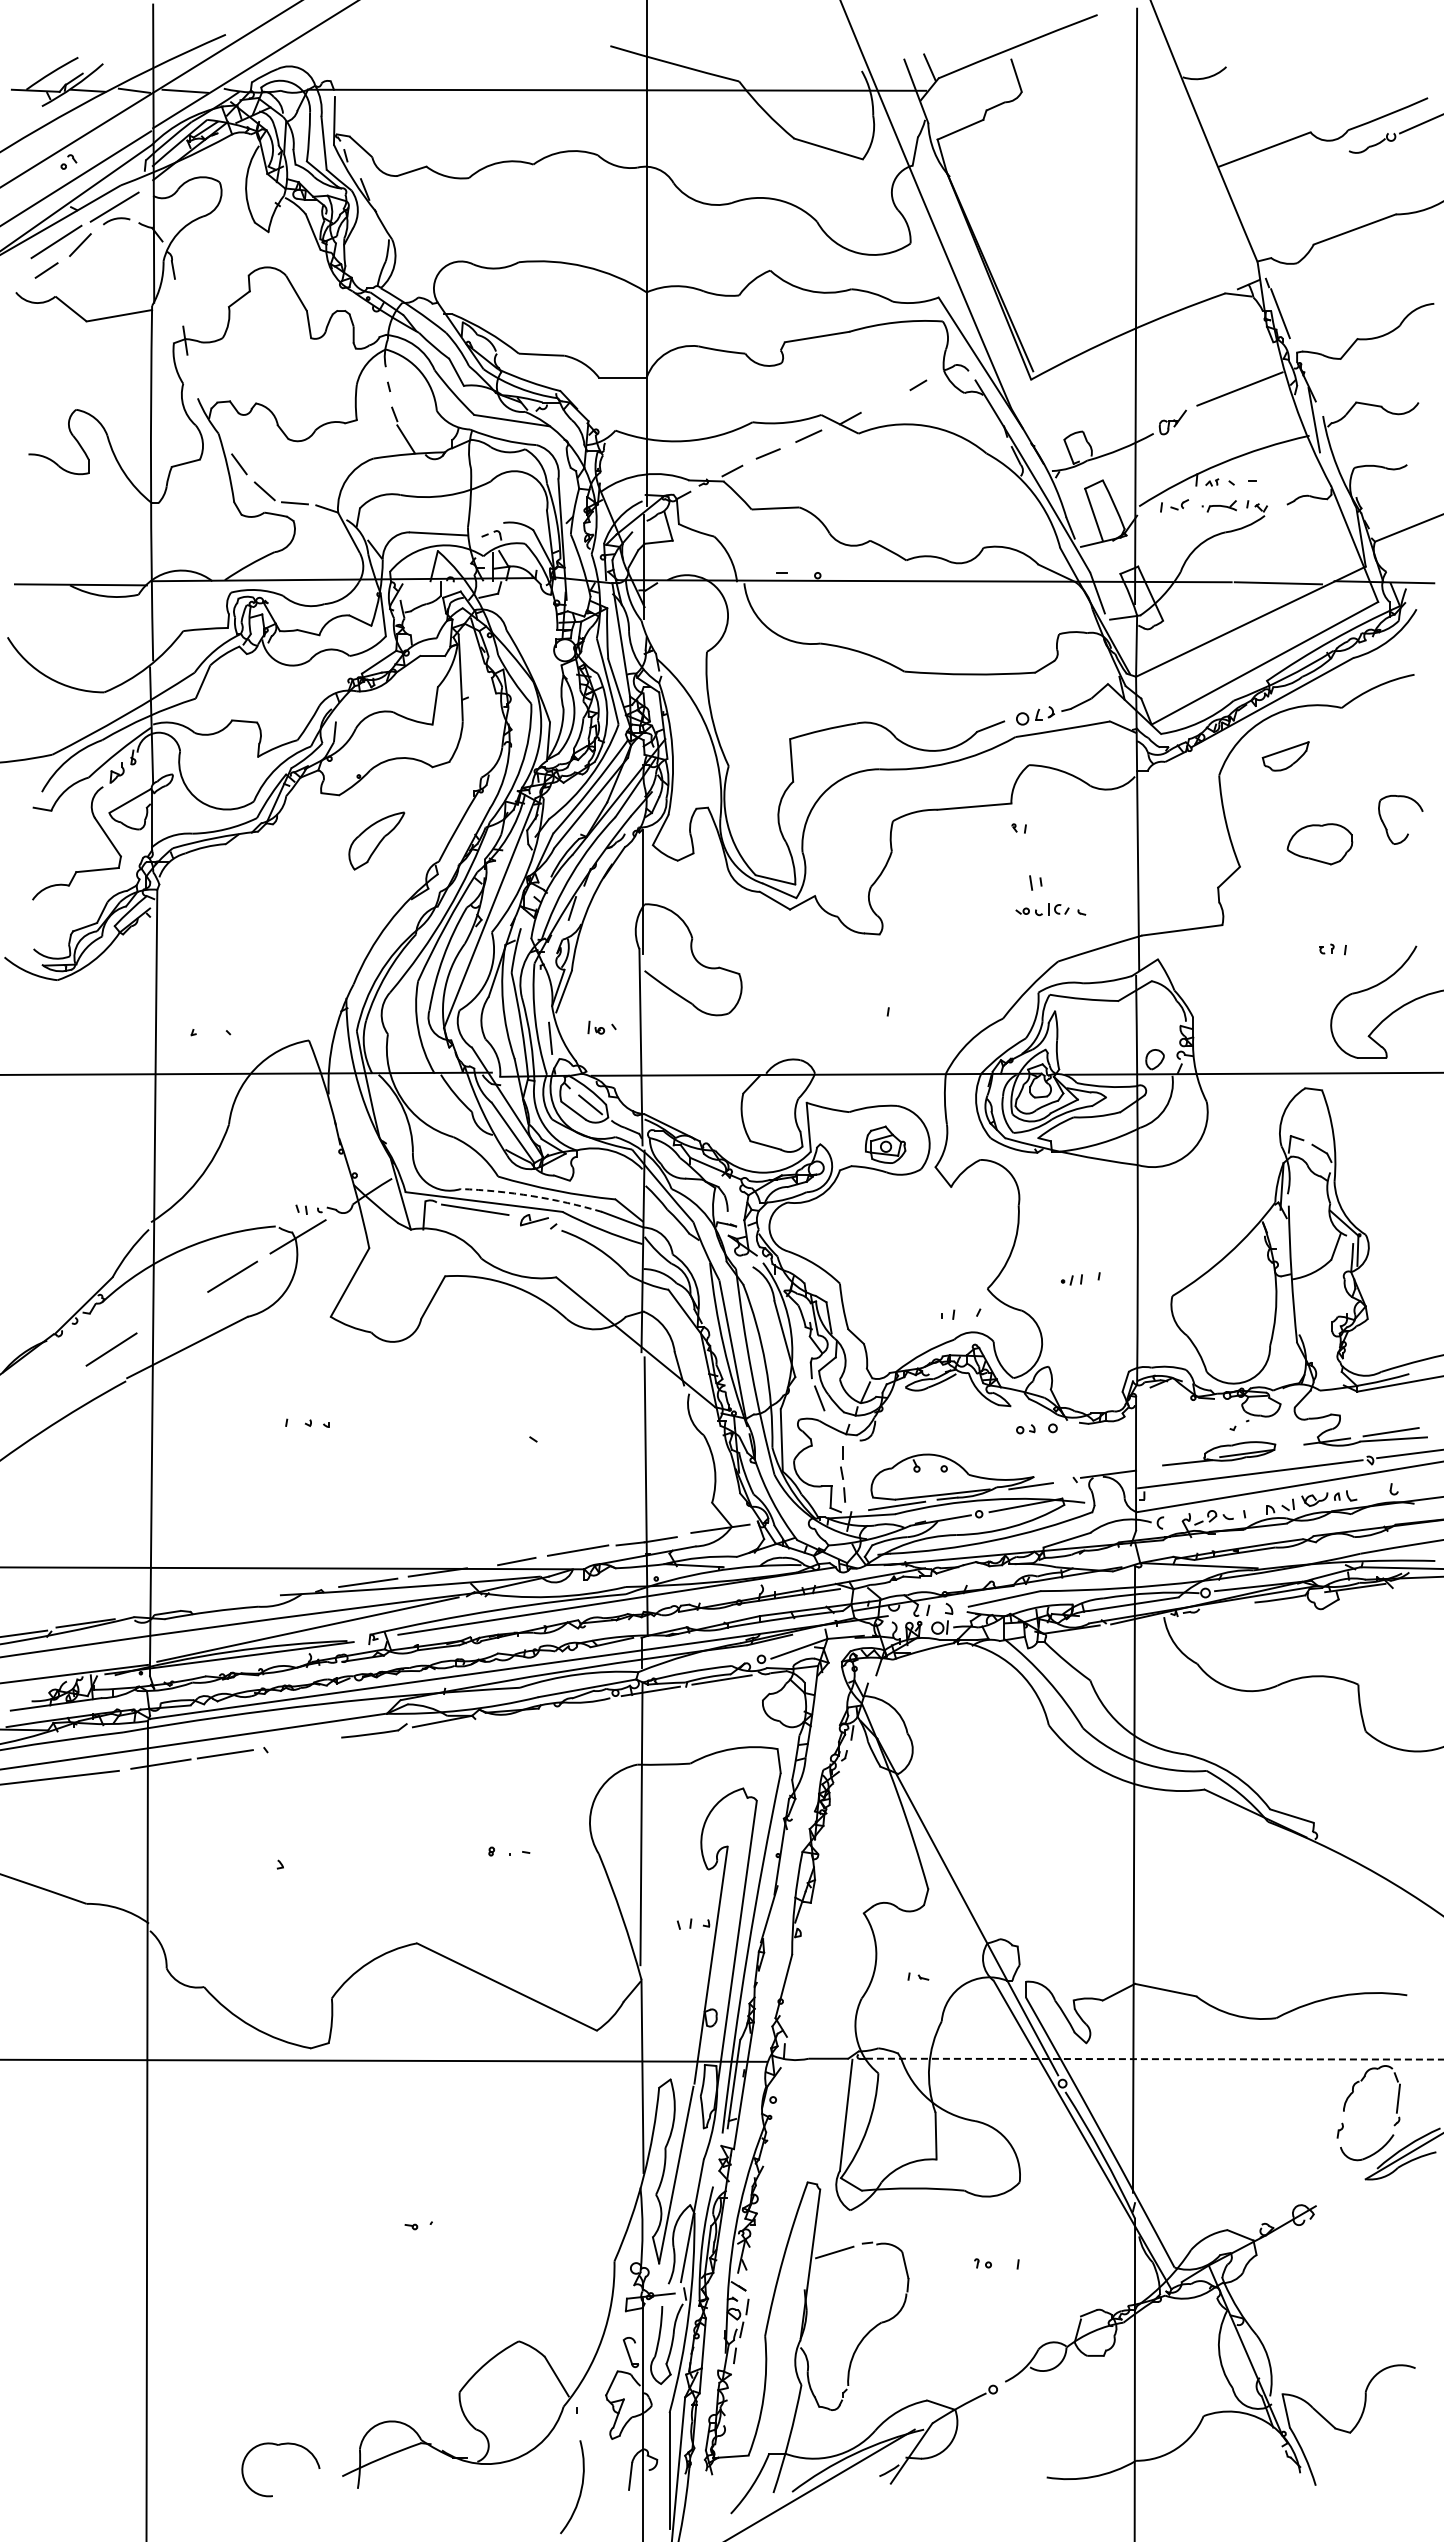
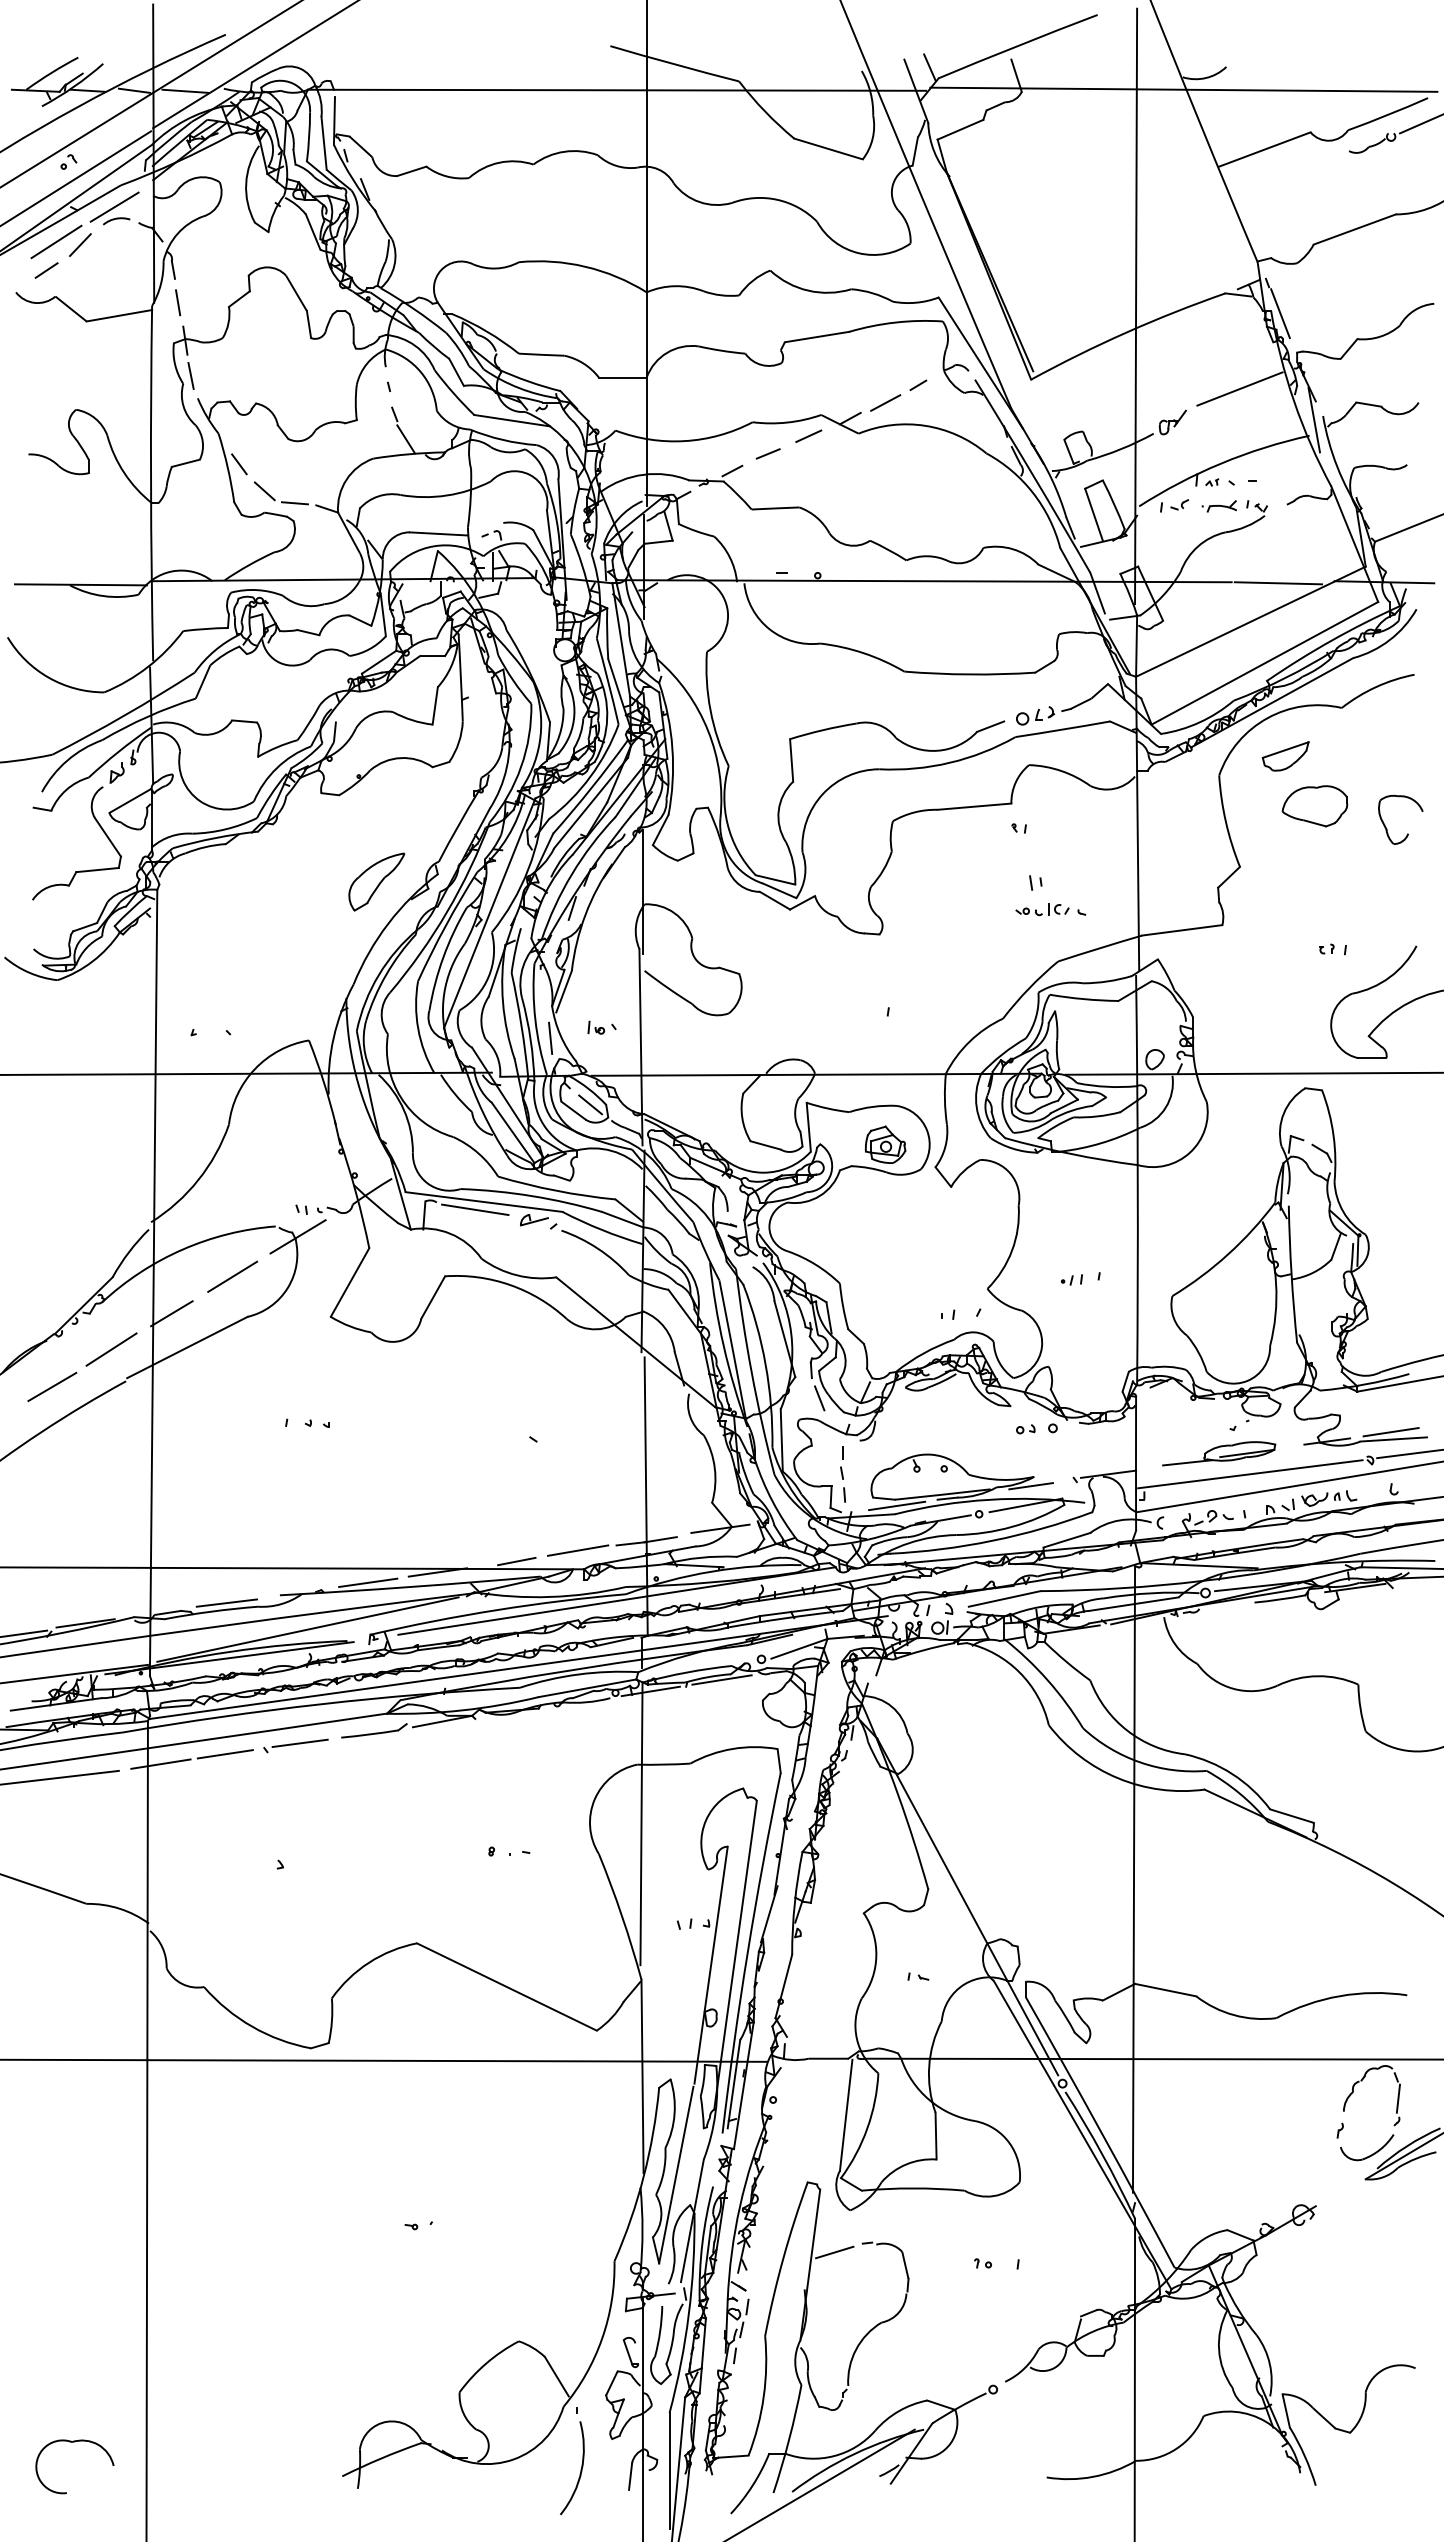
line at (1183, 89): none -> present
line at (178, 302): none -> present
line at (190, 376): none -> present
line at (885, 402): none -> present
part at (376, 840) position: (376, 840) -> (376, 881)
part at (1319, 844) position: (1319, 844) -> (1314, 806)
arc at (532, 1196): dashed -> solid
line at (171, 1313): none -> present
line at (52, 1386): none -> present
line at (226, 1602): none -> present
line at (299, 1743): none -> present
line at (1154, 2059): dashed -> solid
part at (280, 2445) position: (280, 2445) -> (74, 2442)
arc at (580, 2488) position: (580, 2488) -> (580, 2469)
